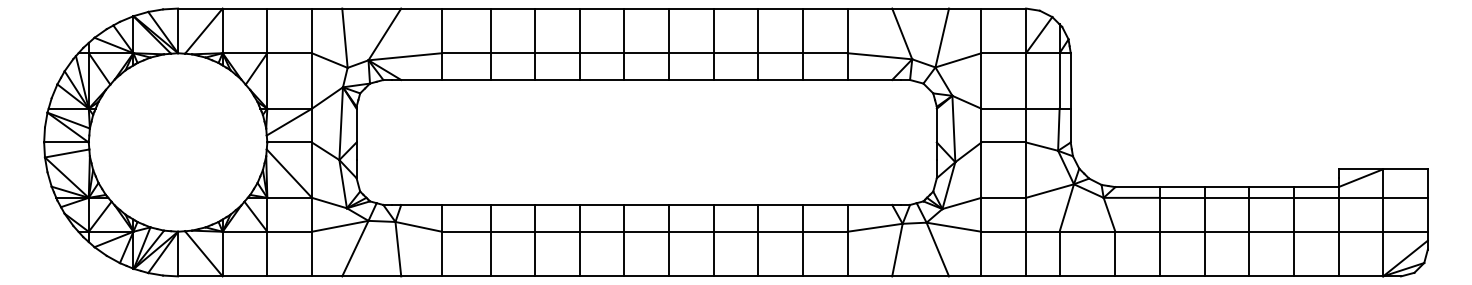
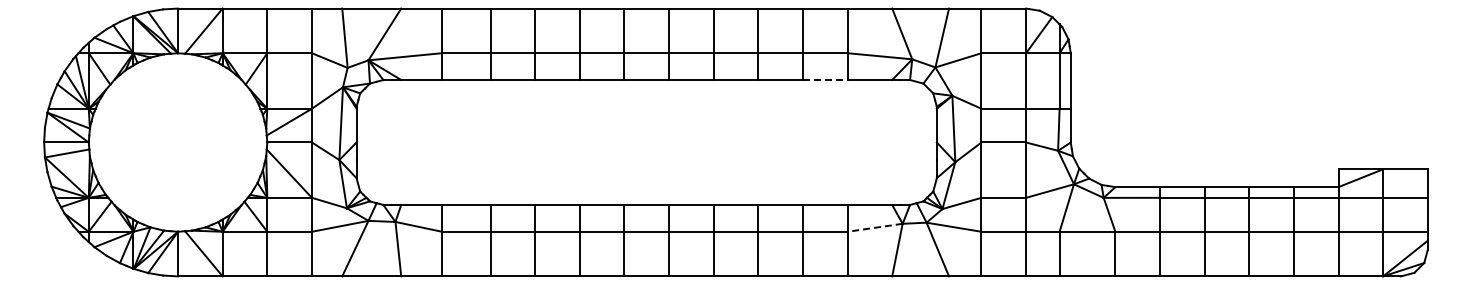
line at (825, 80): solid -> dashed
line at (875, 227): solid -> dashed
